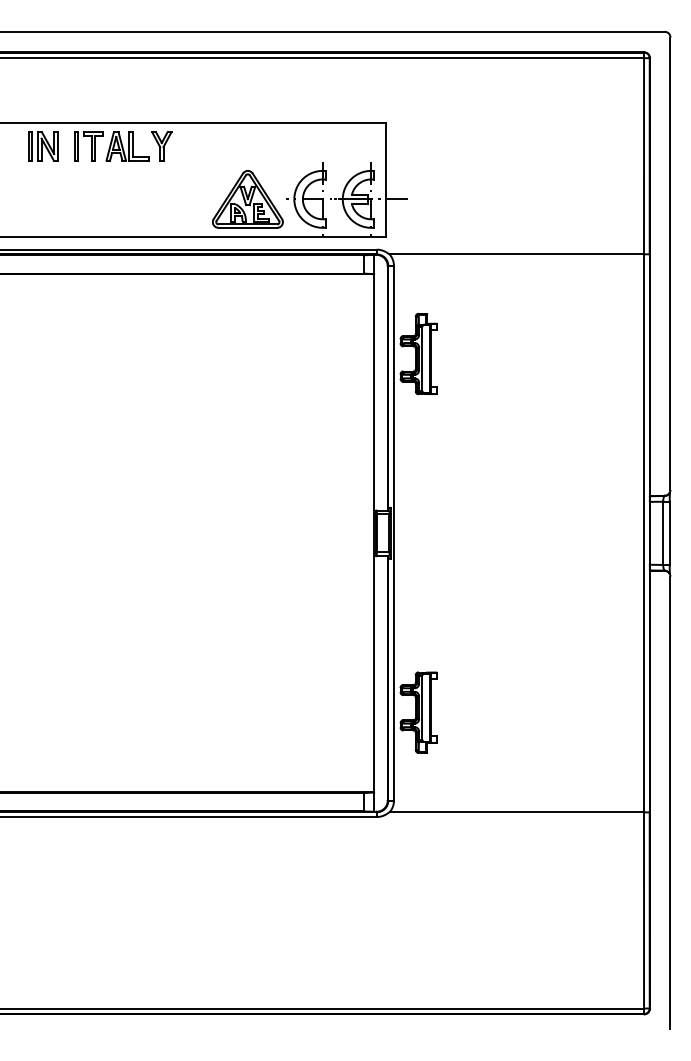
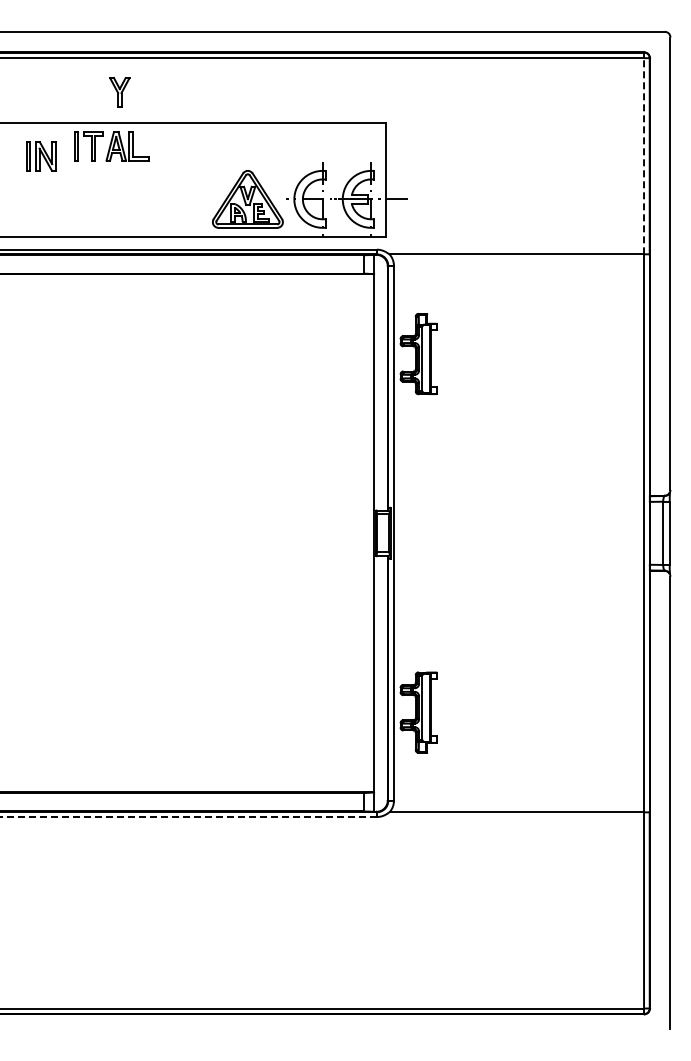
part at (43, 146) position: (43, 146) -> (41, 156)
part at (161, 146) position: (161, 146) -> (119, 92)
line at (644, 155): solid -> dashed
line at (187, 817): solid -> dashed
